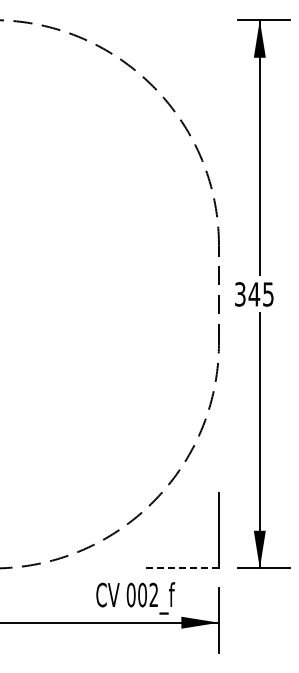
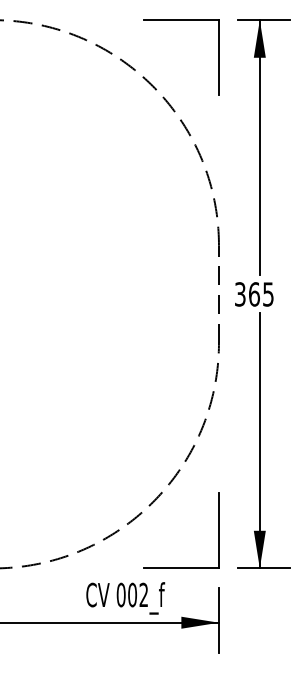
part at (181, 20): none -> present
text at (254, 294): 345 -> 365
line at (181, 568): dashed -> solid
text at (135, 598) position: (135, 598) -> (125, 598)
